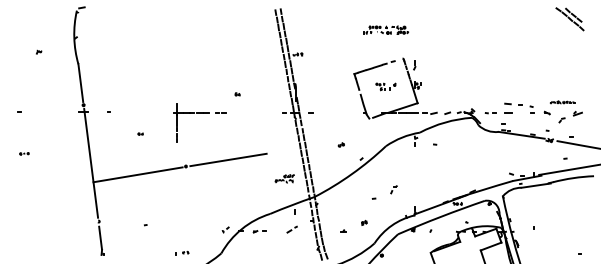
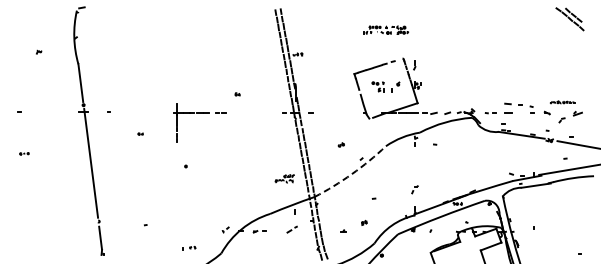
part at (385, 86) size: 22x10 px -> 30x12 px
line at (228, 159): present -> none
line at (137, 174): present -> none
arc at (351, 174): solid -> dashed
part at (393, 189) position: (393, 189) -> (414, 189)
part at (182, 252) position: (182, 252) -> (189, 247)
